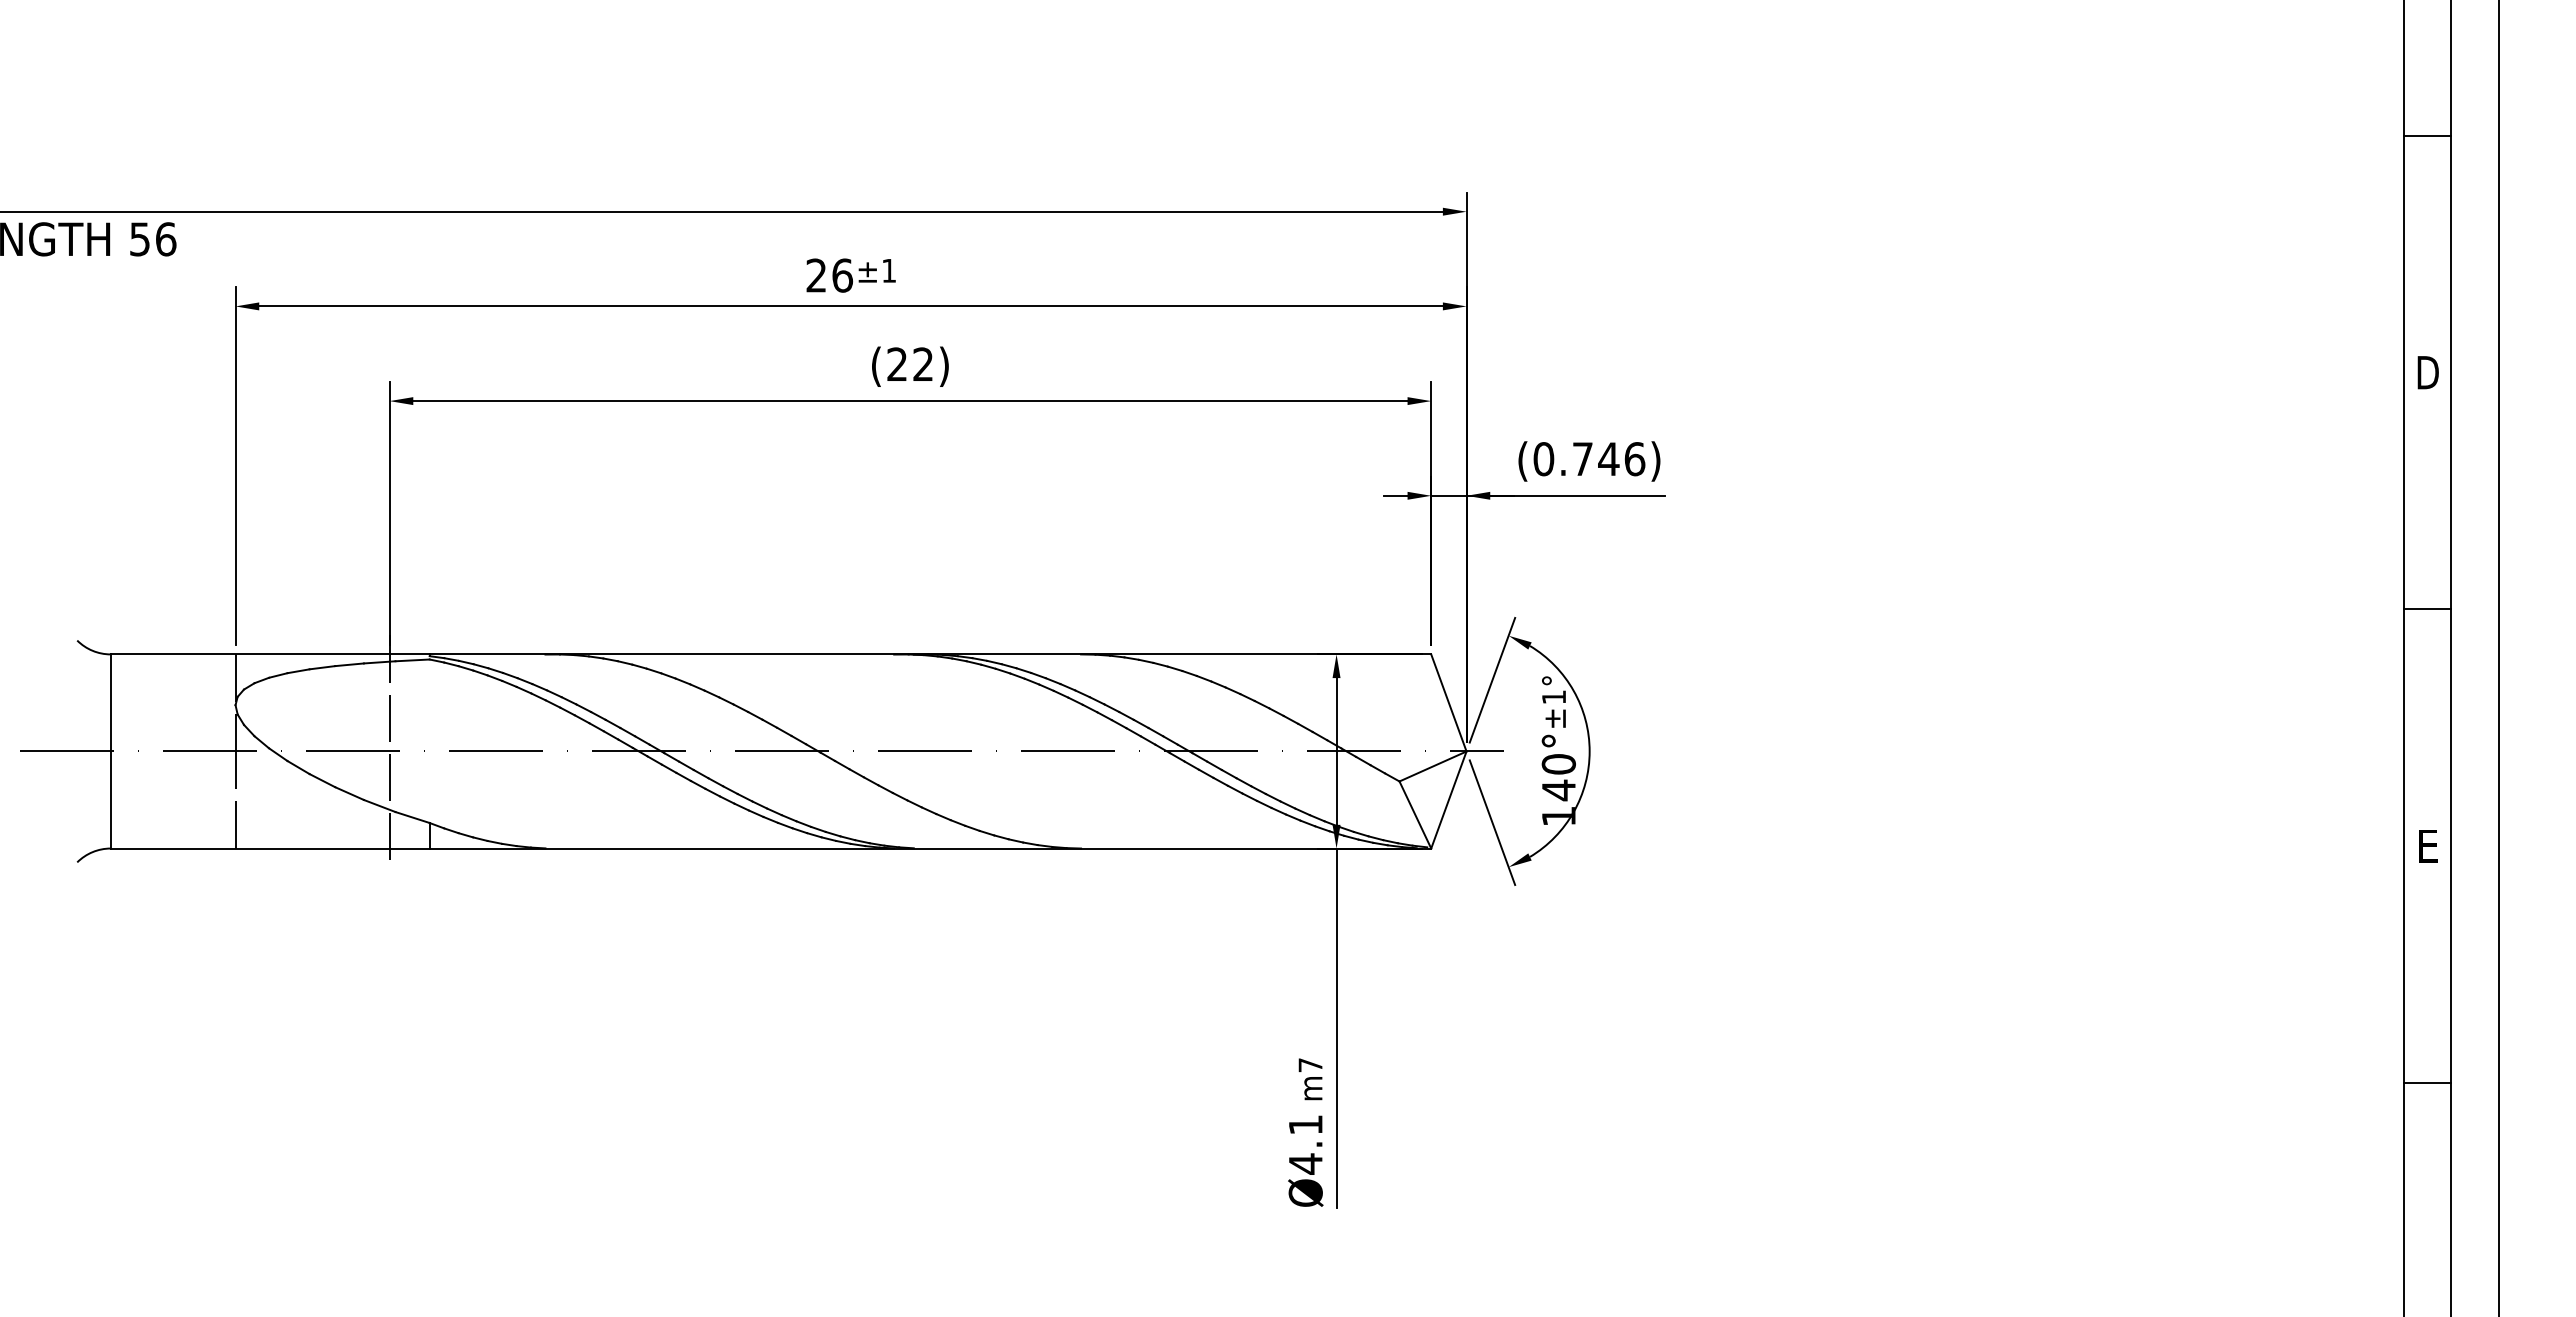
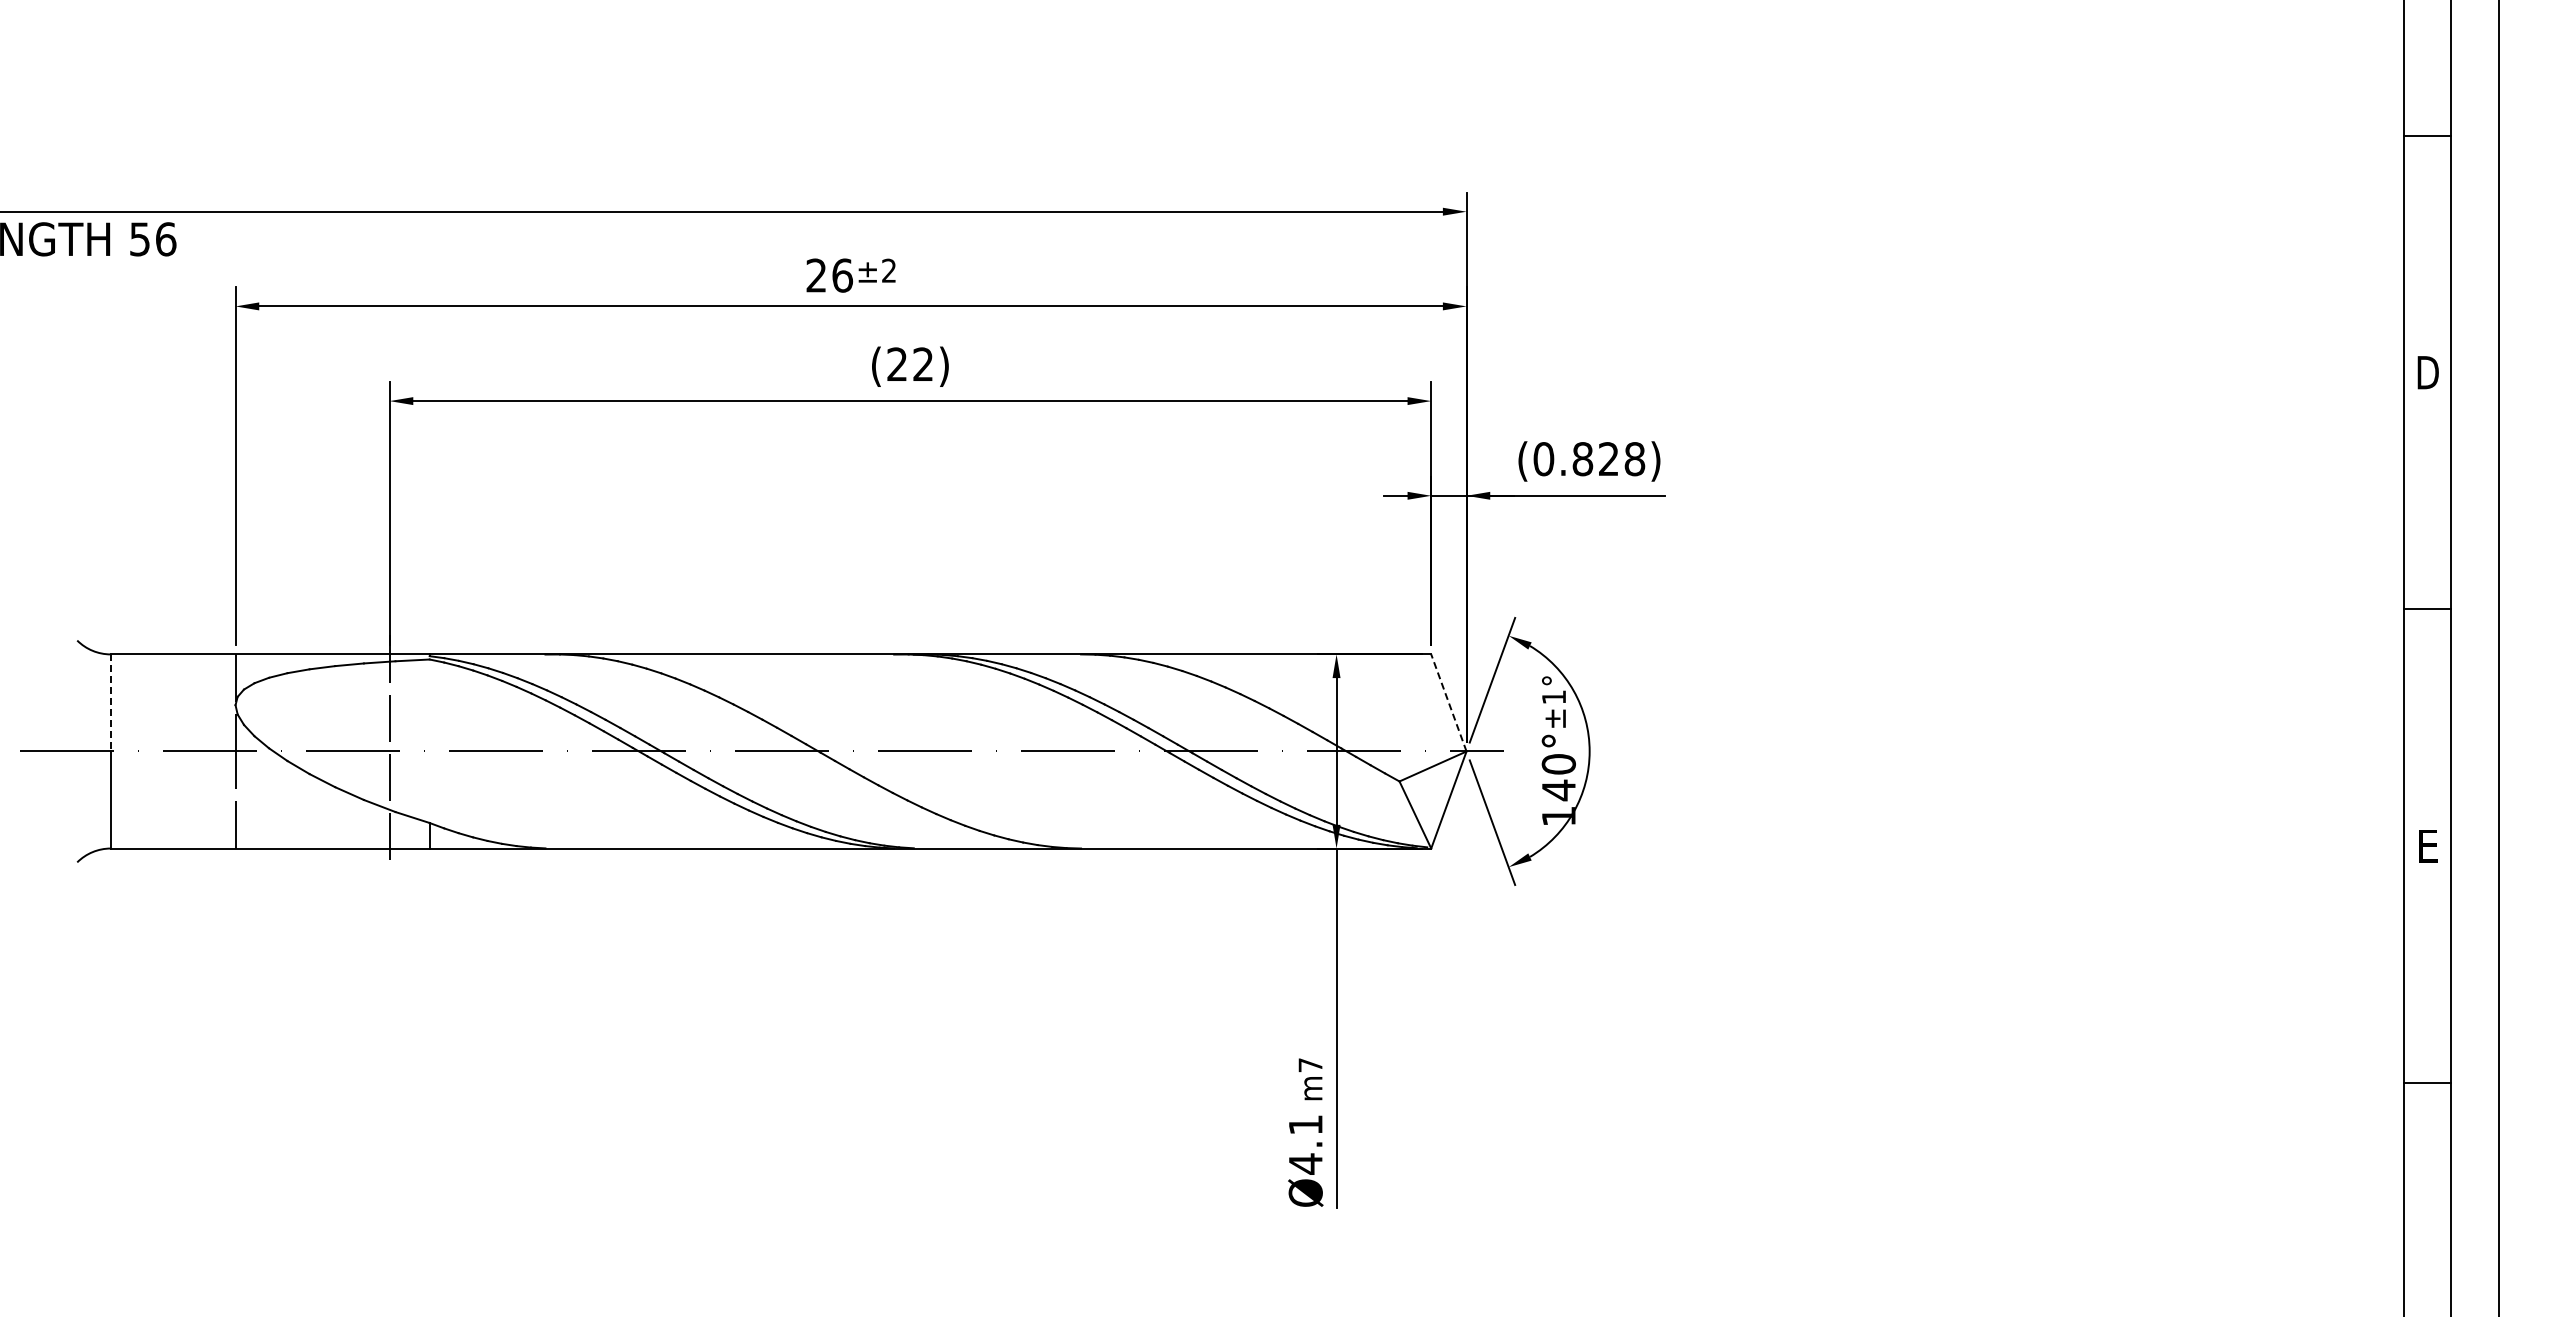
text at (888, 270): ±1 -> ±2
text at (1608, 459): (0.746) -> (0.828)
line at (110, 702): solid -> dashed
line at (1448, 702): solid -> dashed
